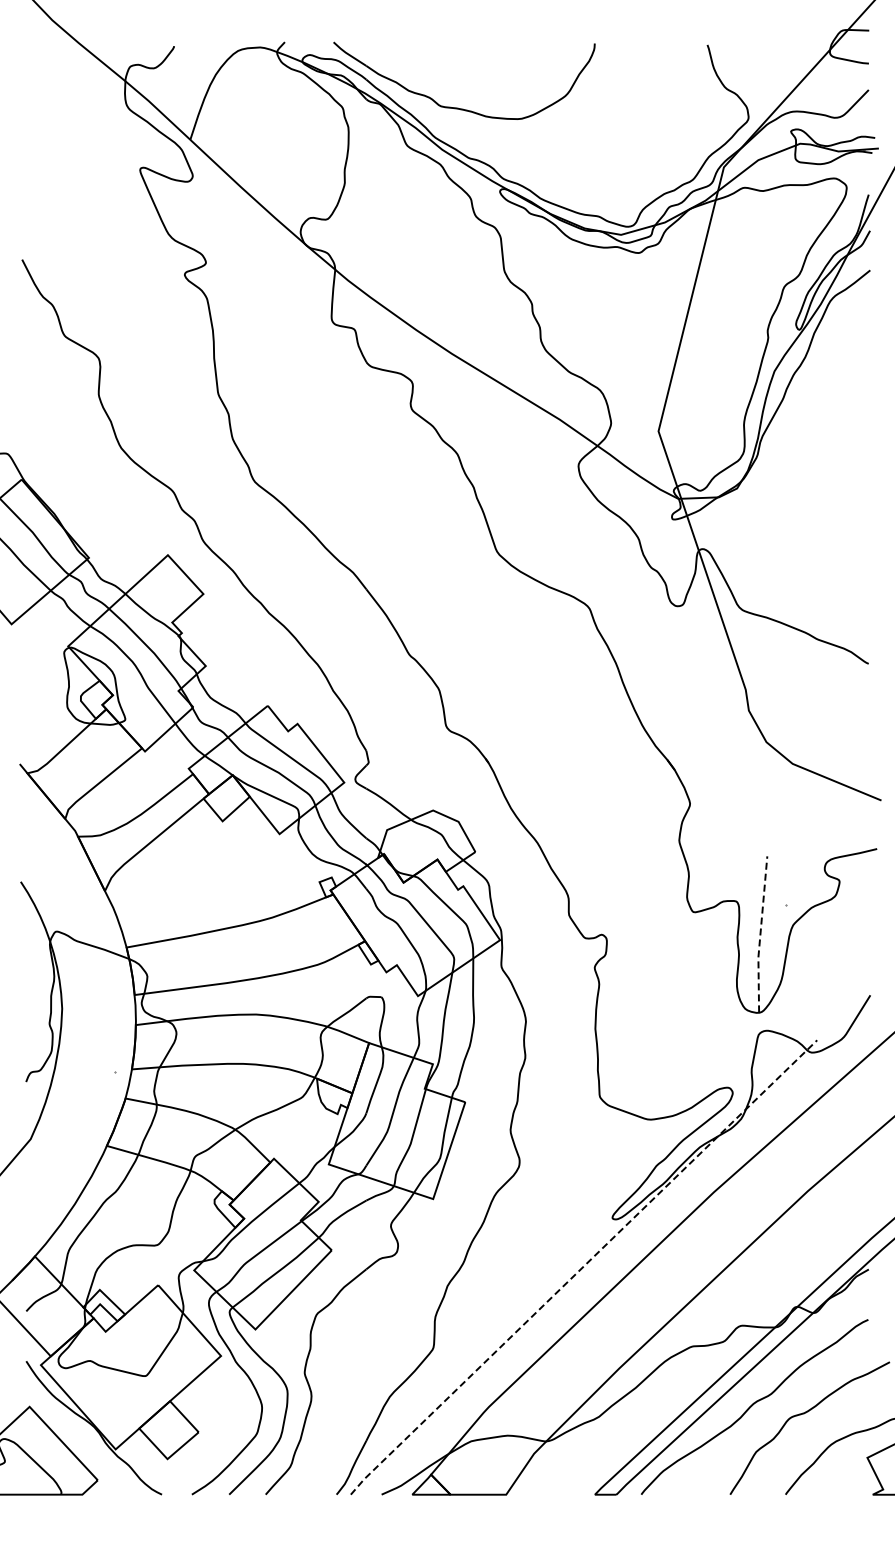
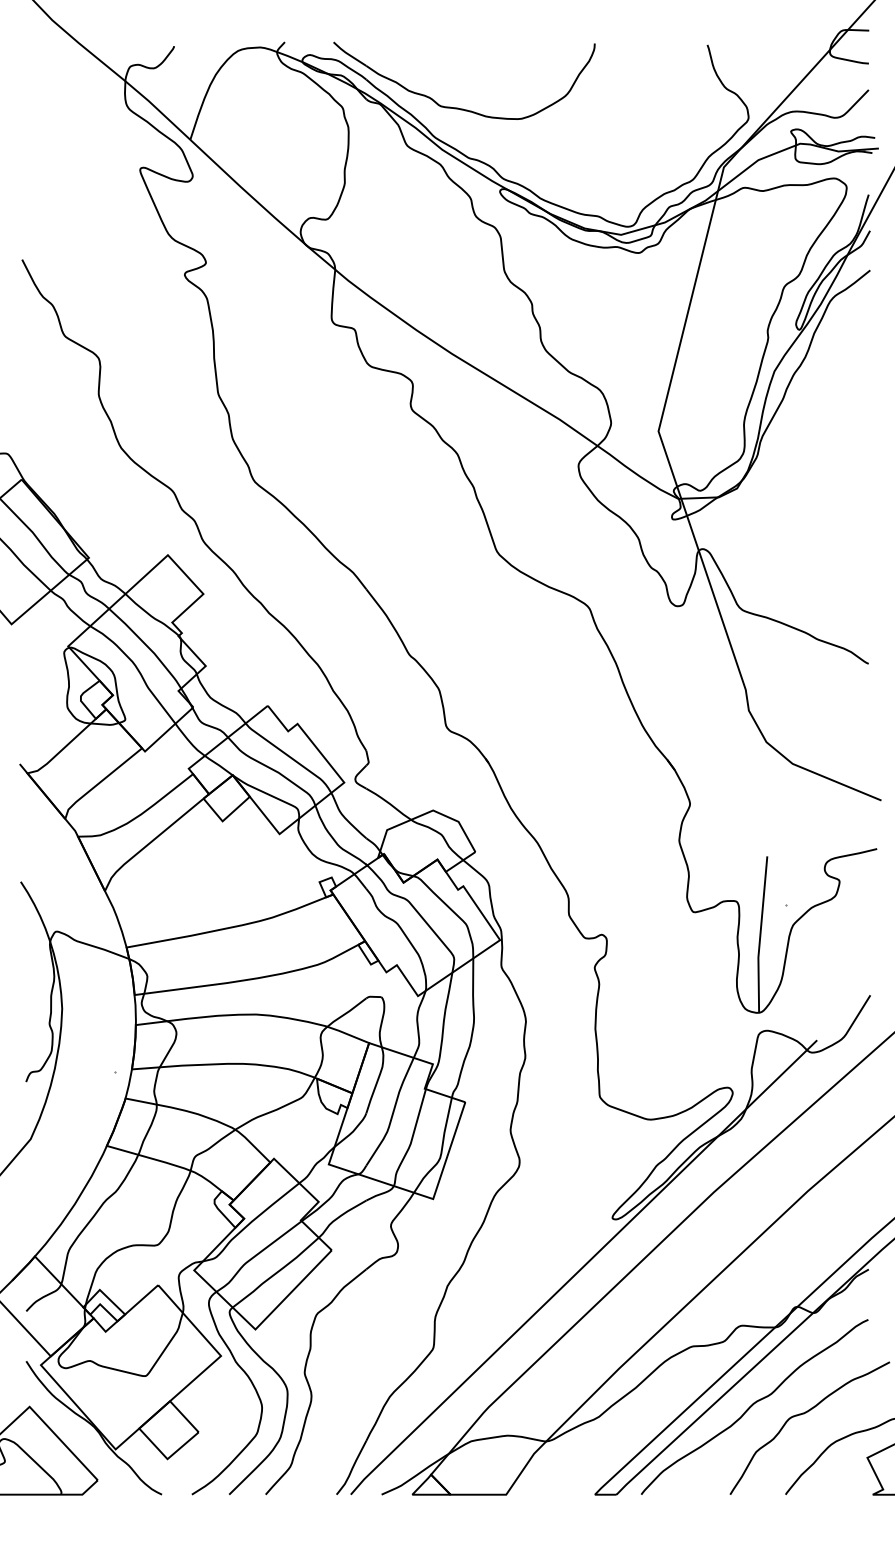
line at (760, 934): dashed -> solid
line at (583, 1267): dashed -> solid
